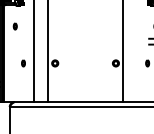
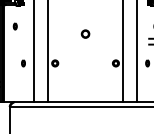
part at (85, 33): none -> present
line at (137, 52): none -> present
